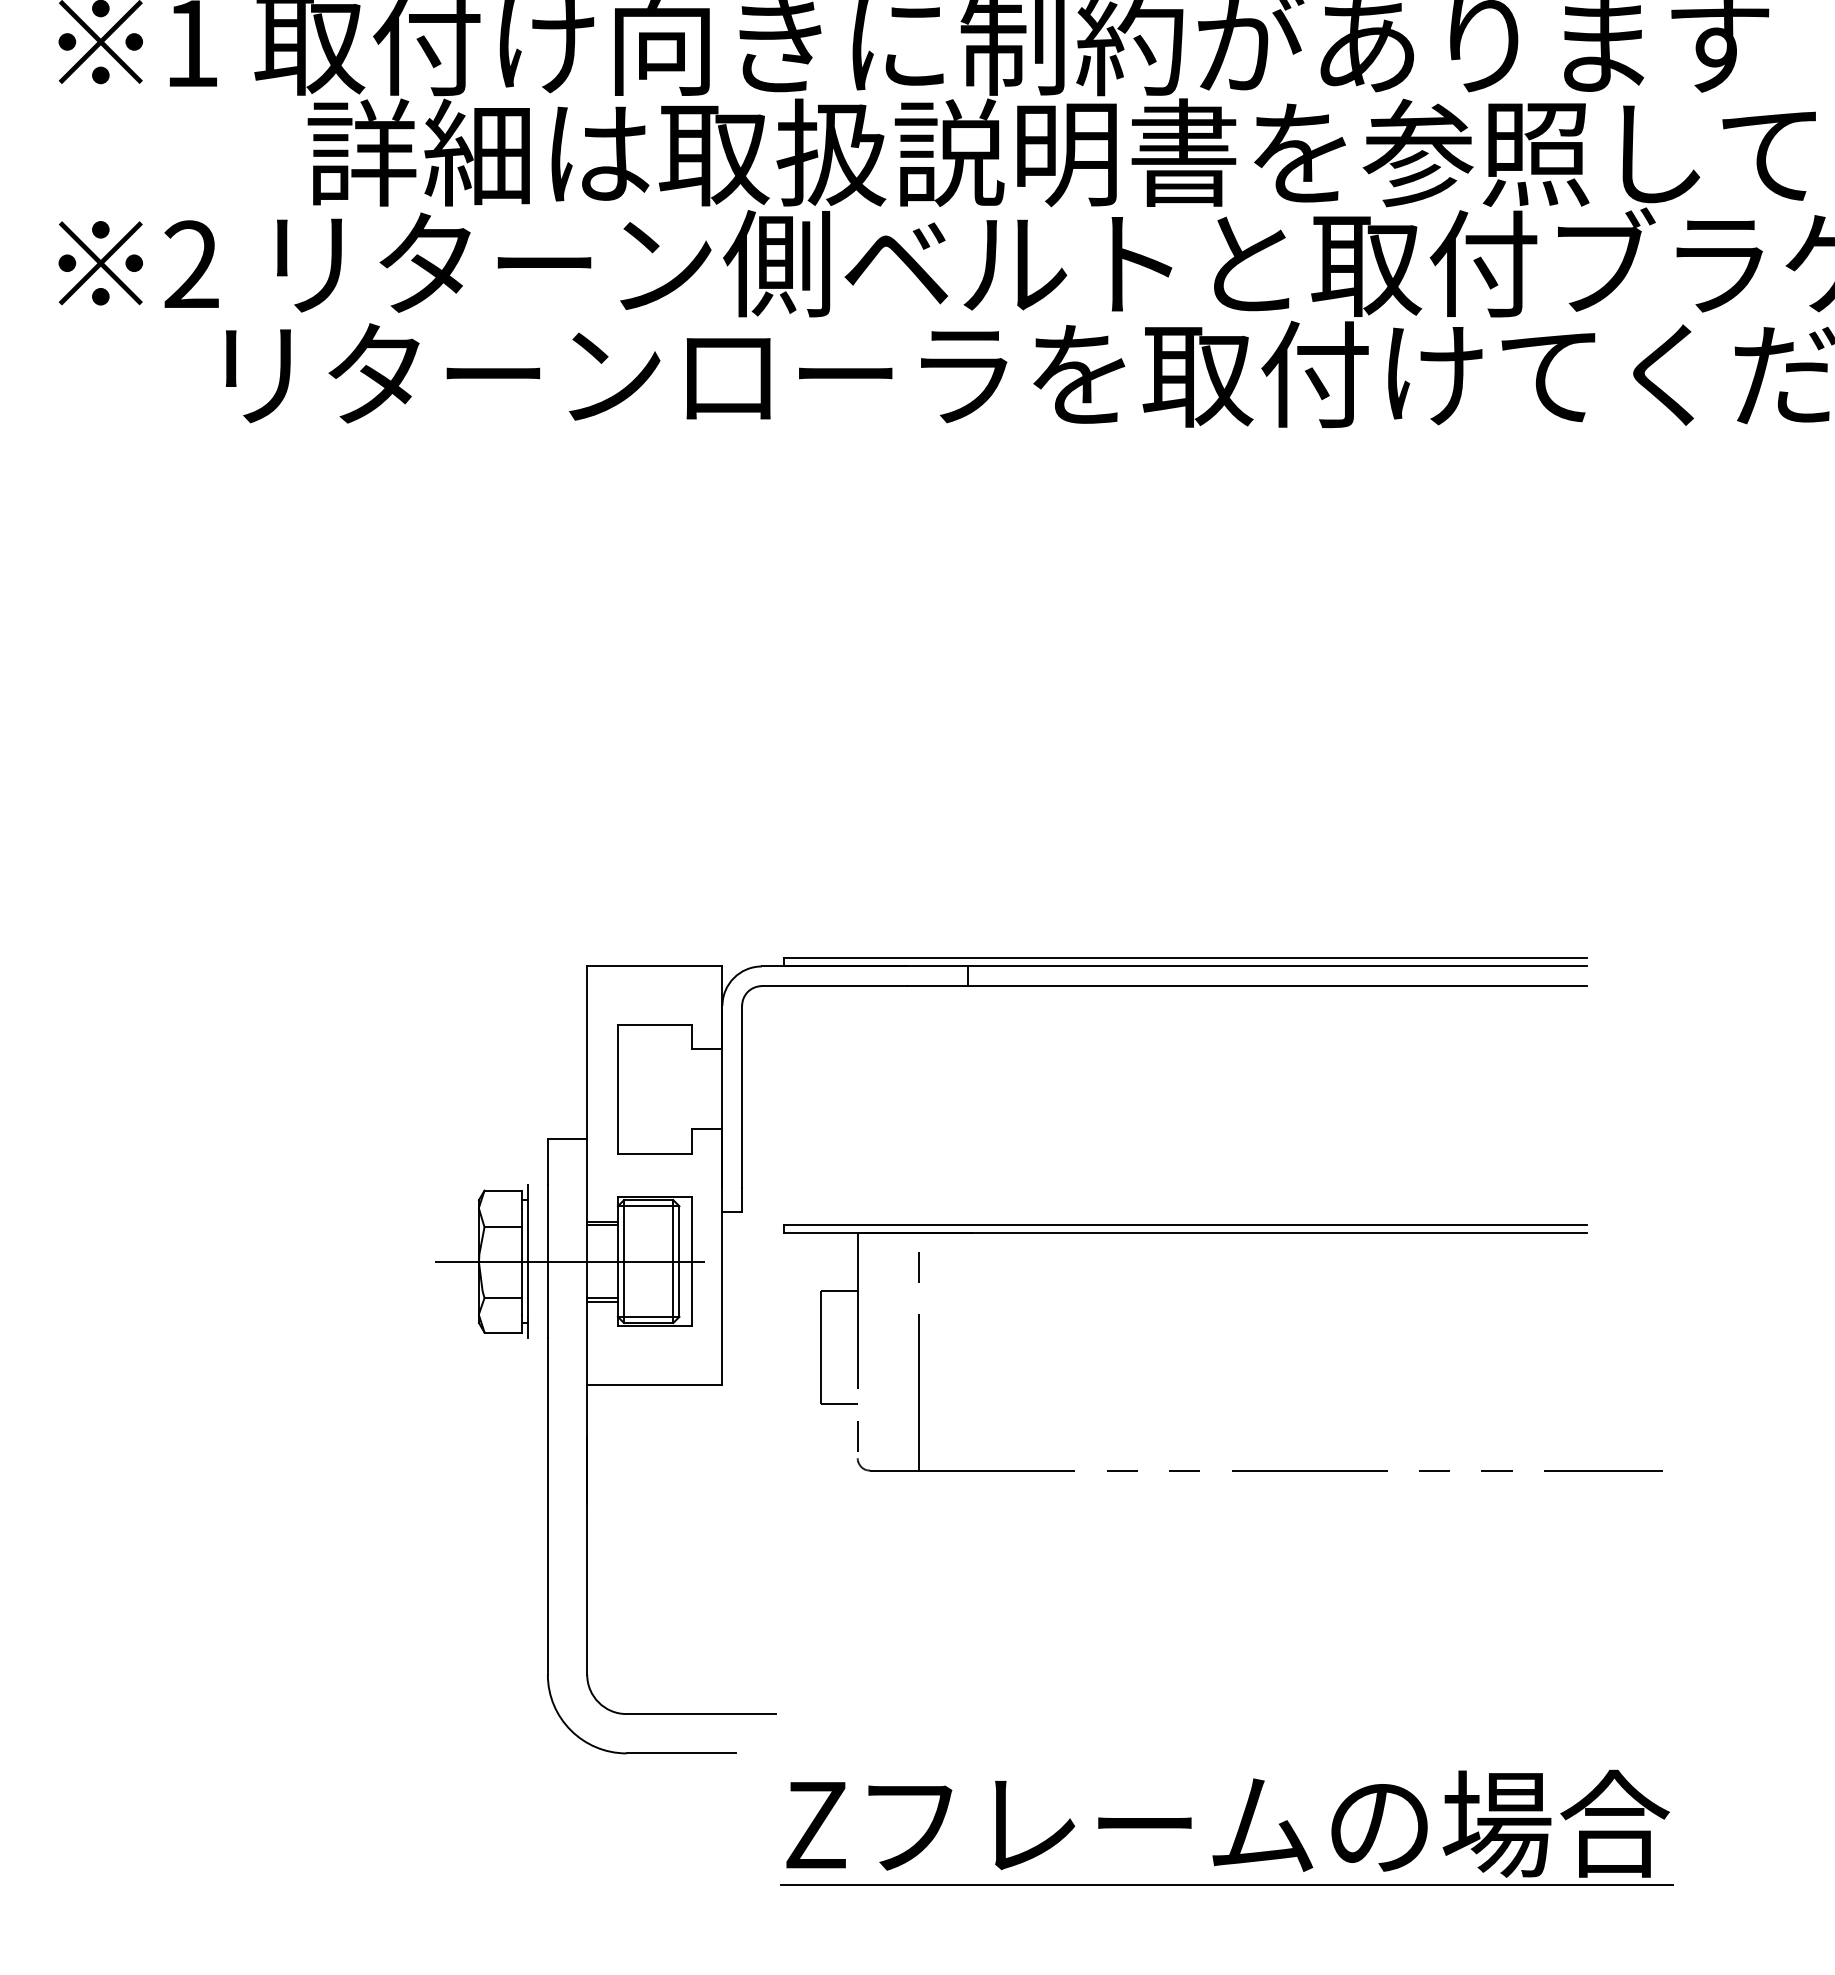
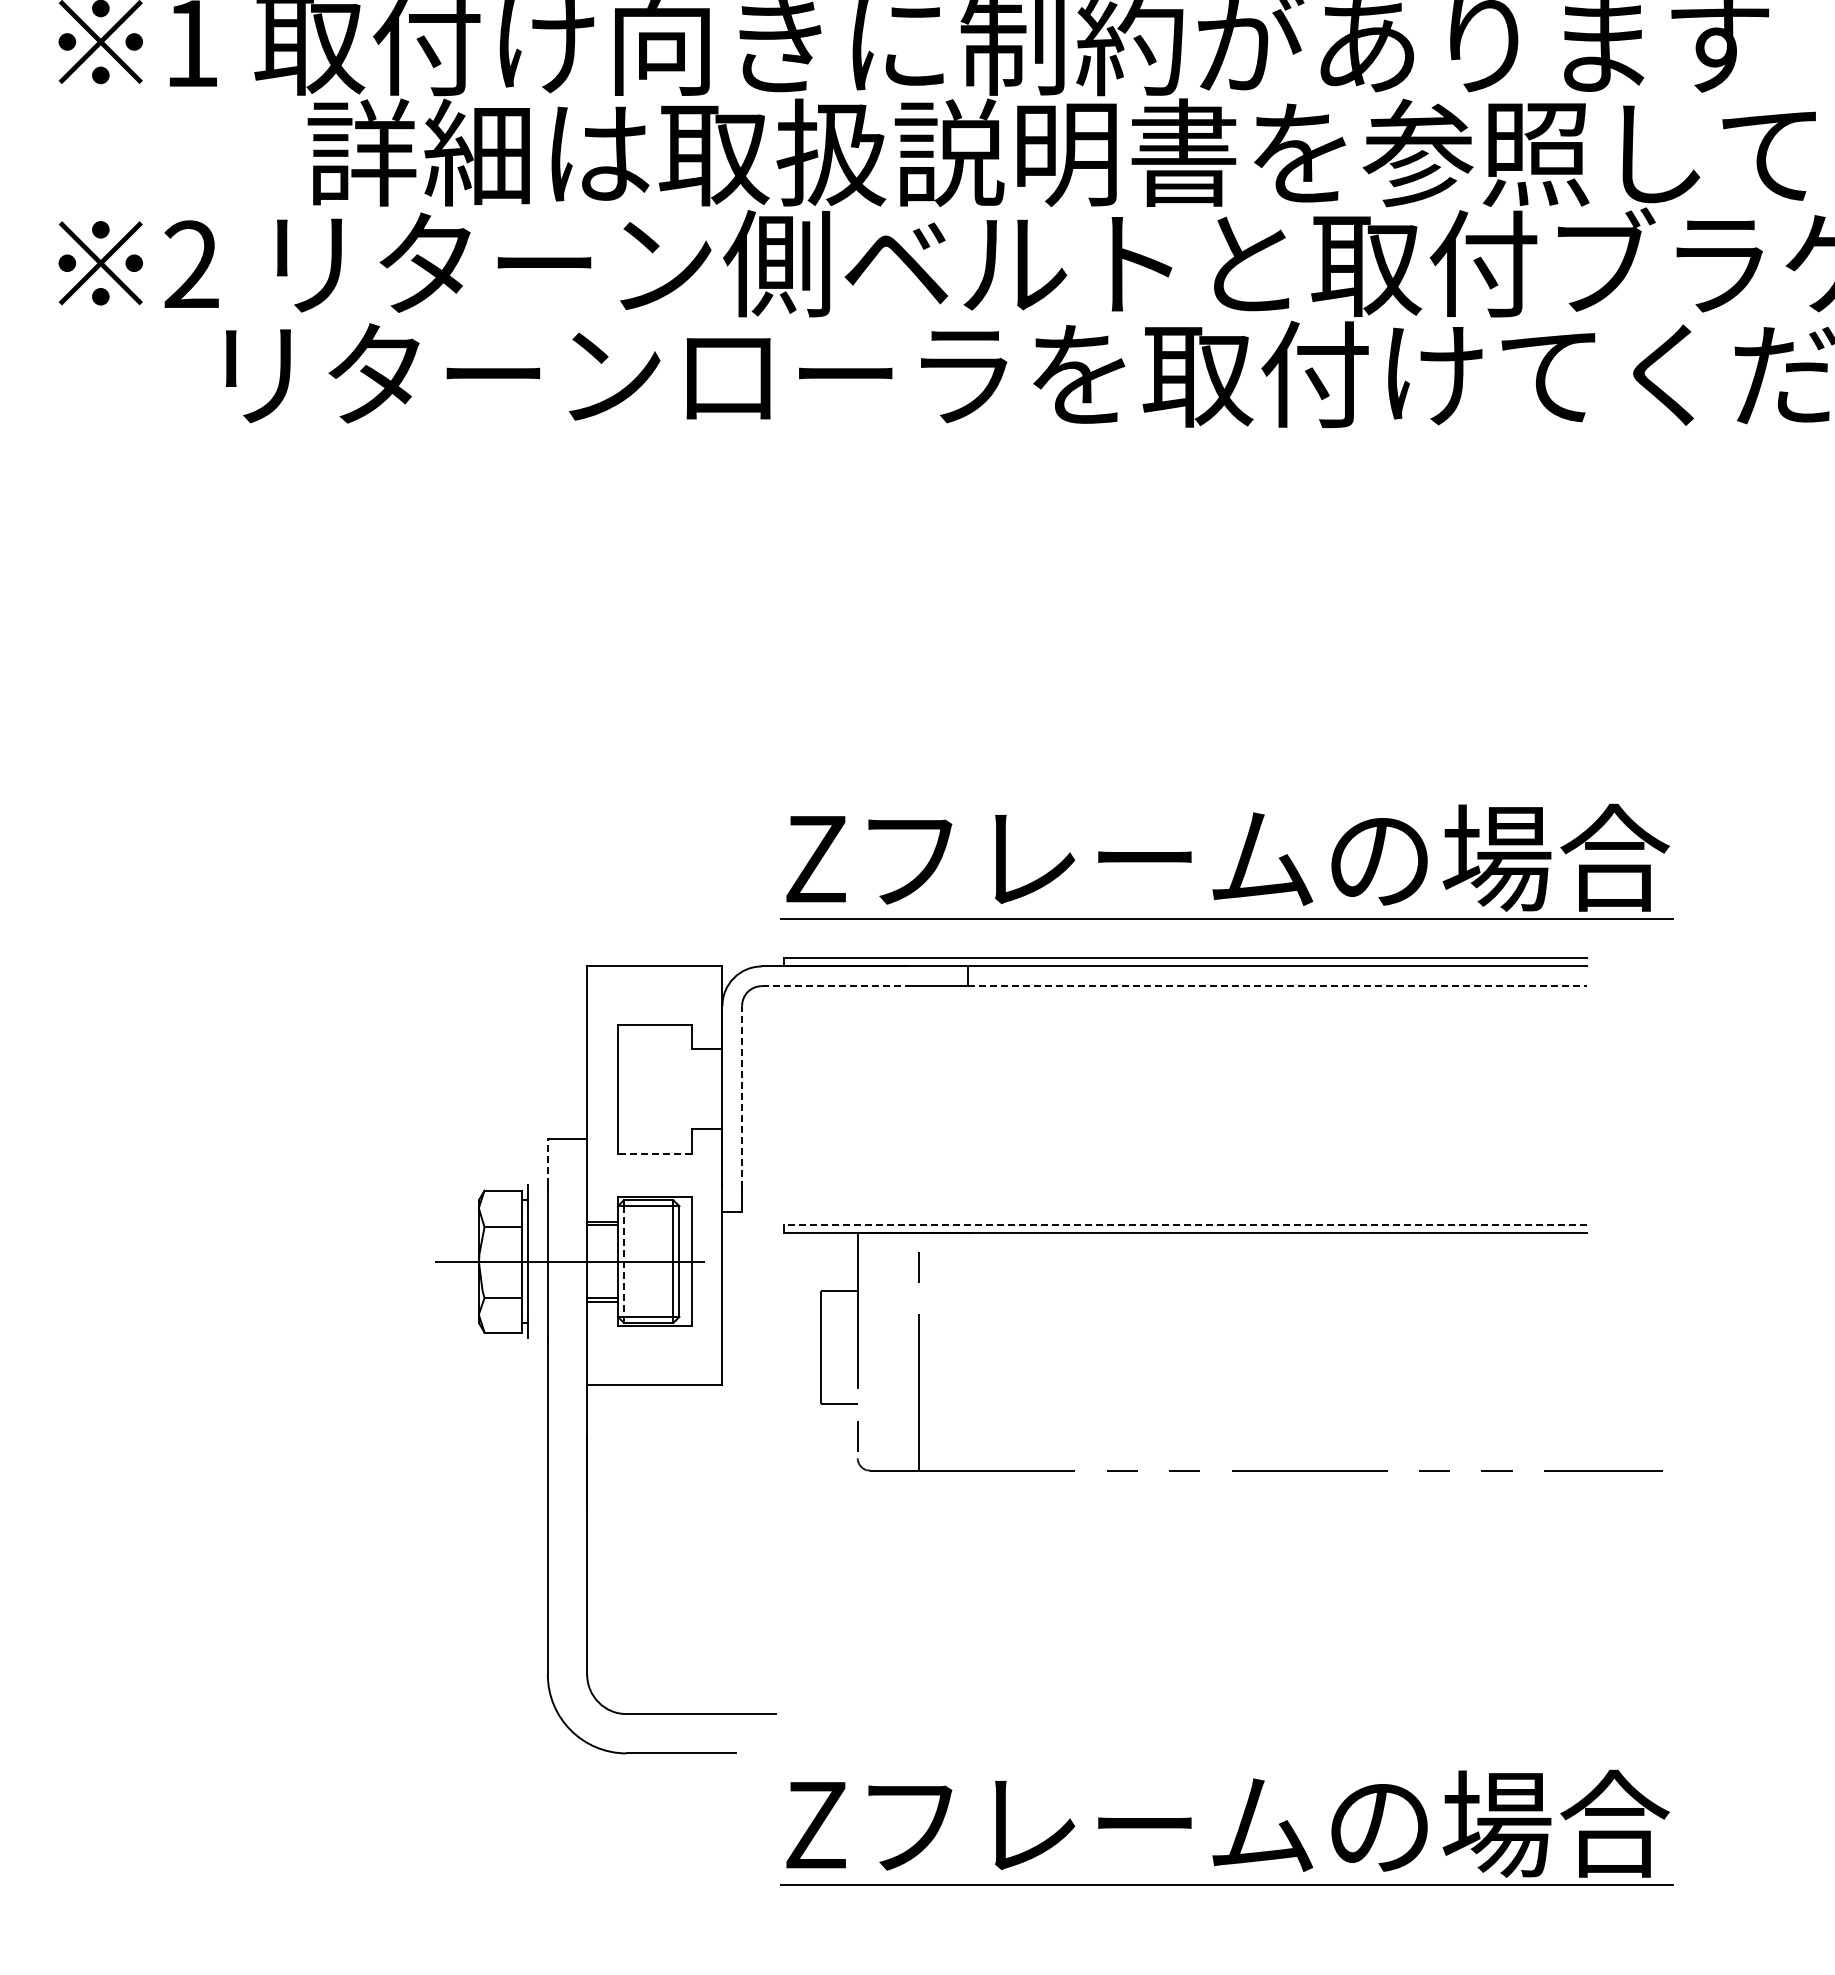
part at (1237, 865): none -> present
line at (834, 986): solid -> dashed
line at (1277, 986): solid -> dashed
line at (742, 1096): solid -> dashed
line at (654, 1153): solid -> dashed
line at (547, 1161): solid -> dashed
line at (1184, 1224): solid -> dashed
line at (624, 1262): solid -> dashed
